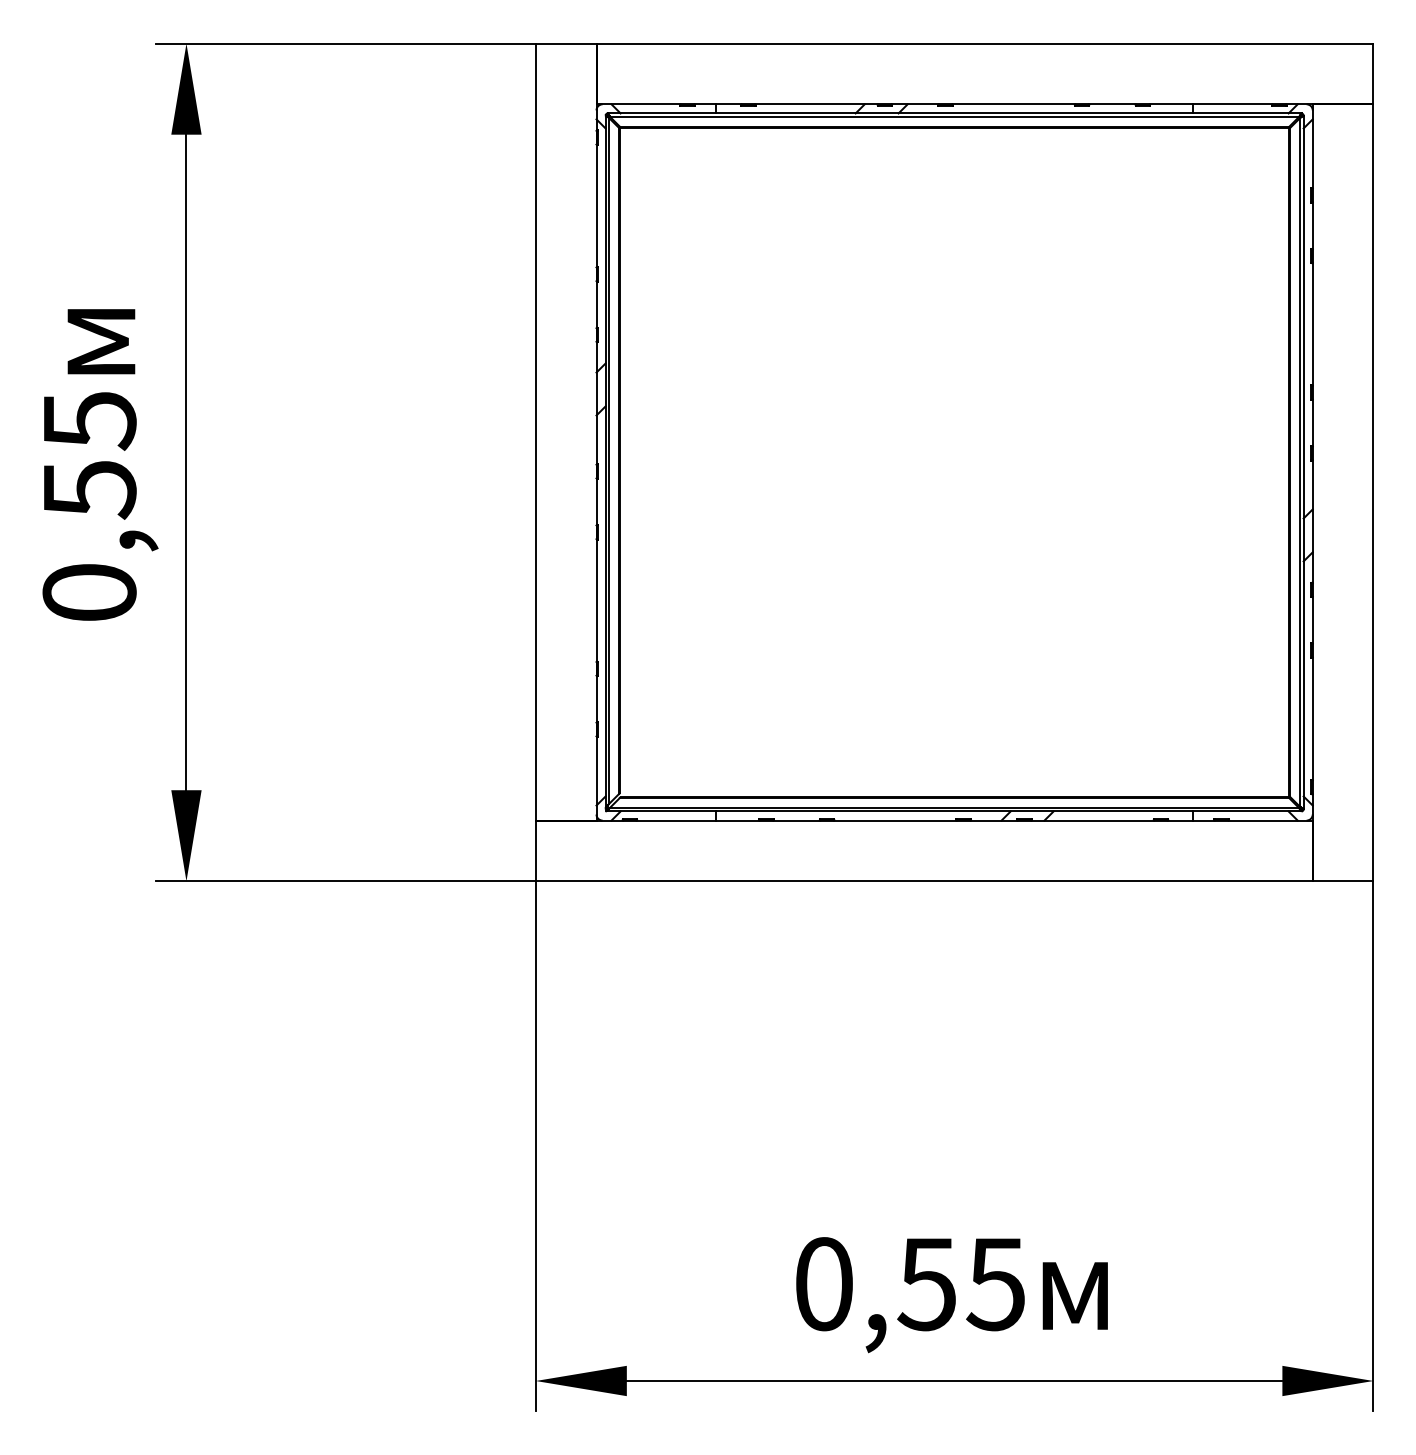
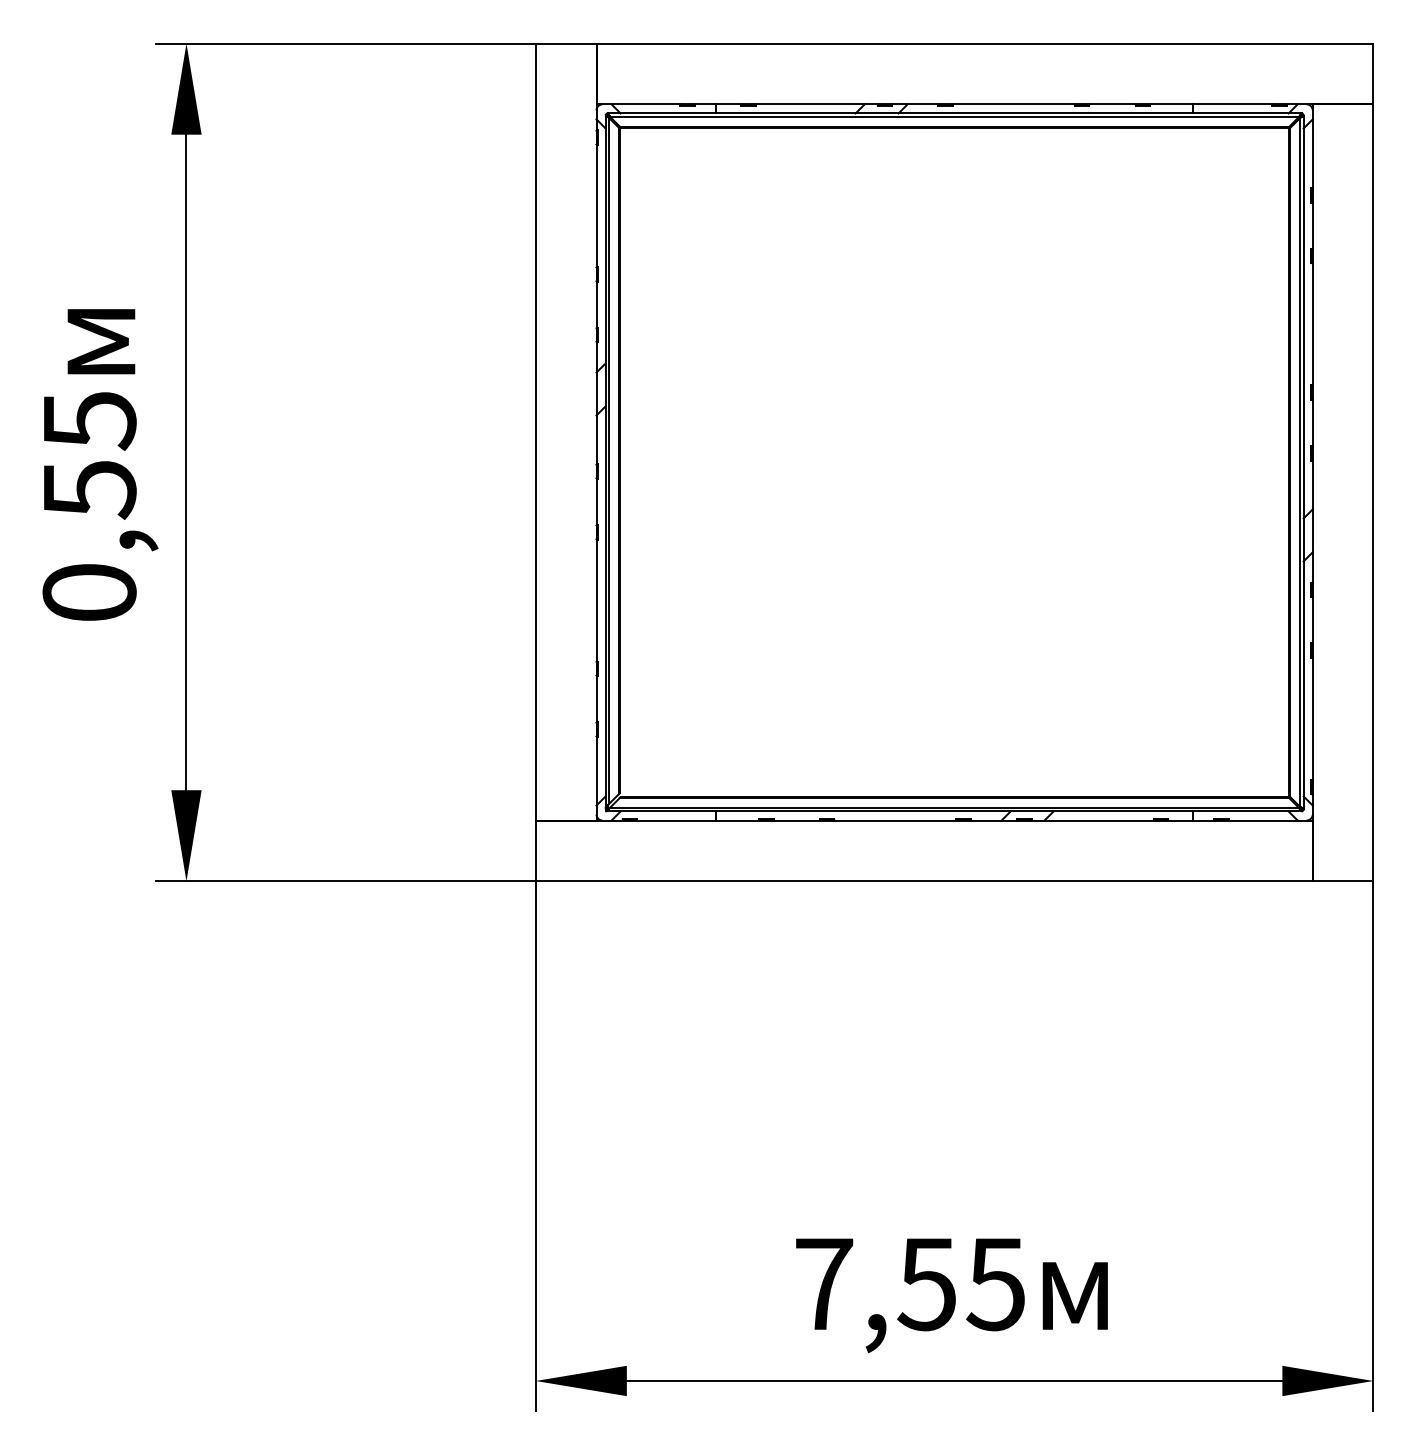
text at (824, 1284): 0,55 -> 7,55
